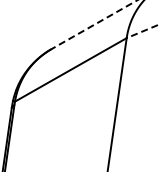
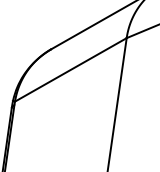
line at (93, 25): dashed -> solid
line at (143, 31): dashed -> solid
